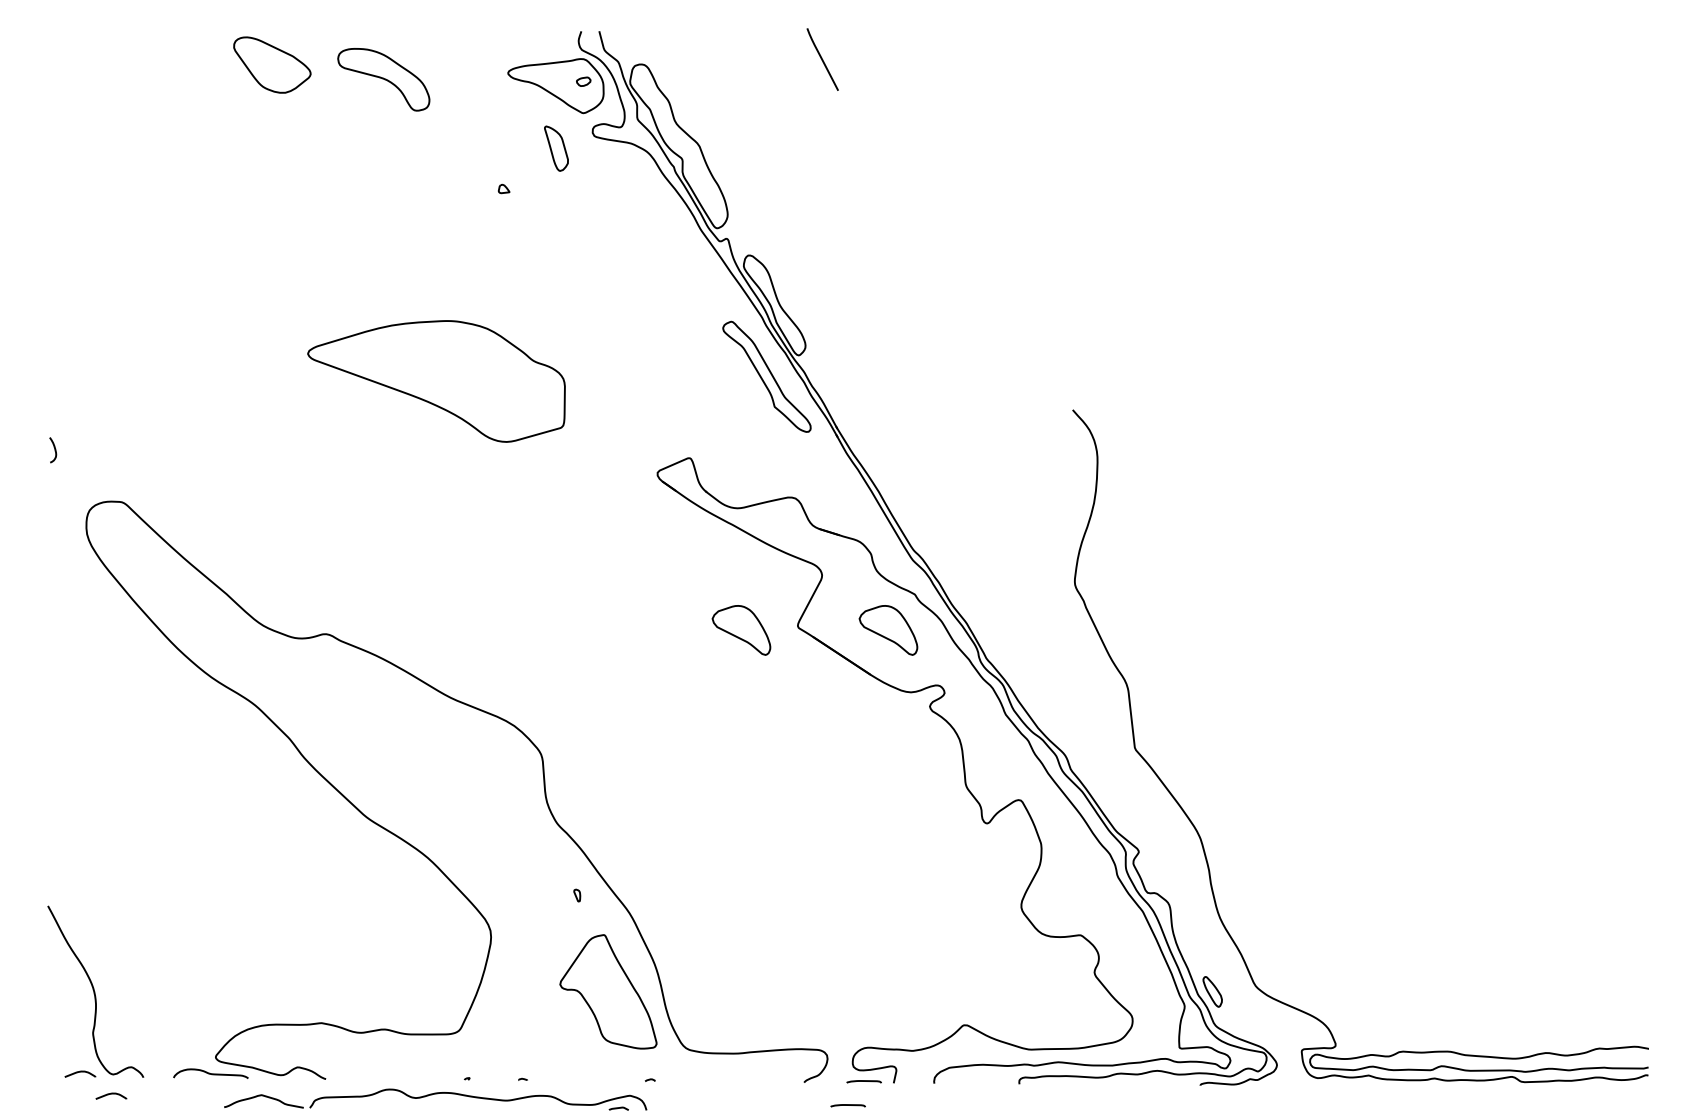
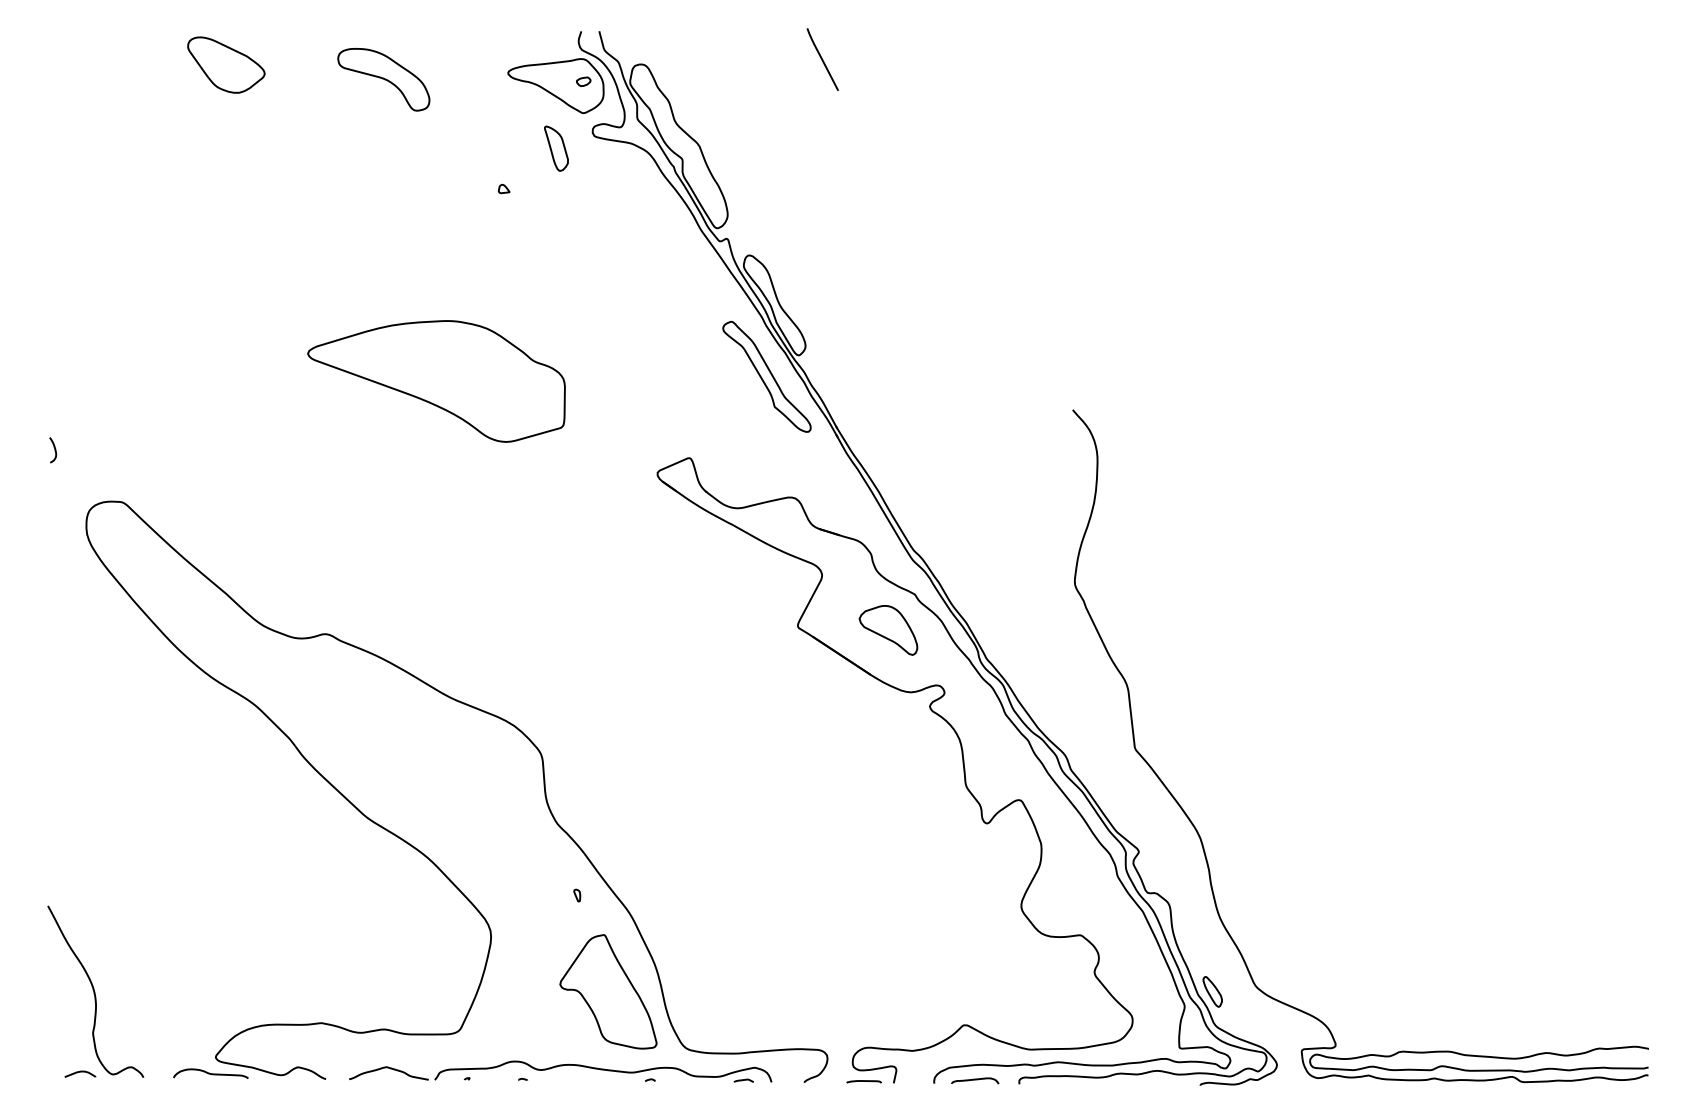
part at (272, 64) position: (272, 64) -> (226, 64)
part at (741, 630): present -> none
curve at (975, 1080): none -> present
curve at (111, 1094): present -> none
part at (435, 1099) position: (435, 1099) -> (560, 1071)
line at (847, 1105): present -> none
